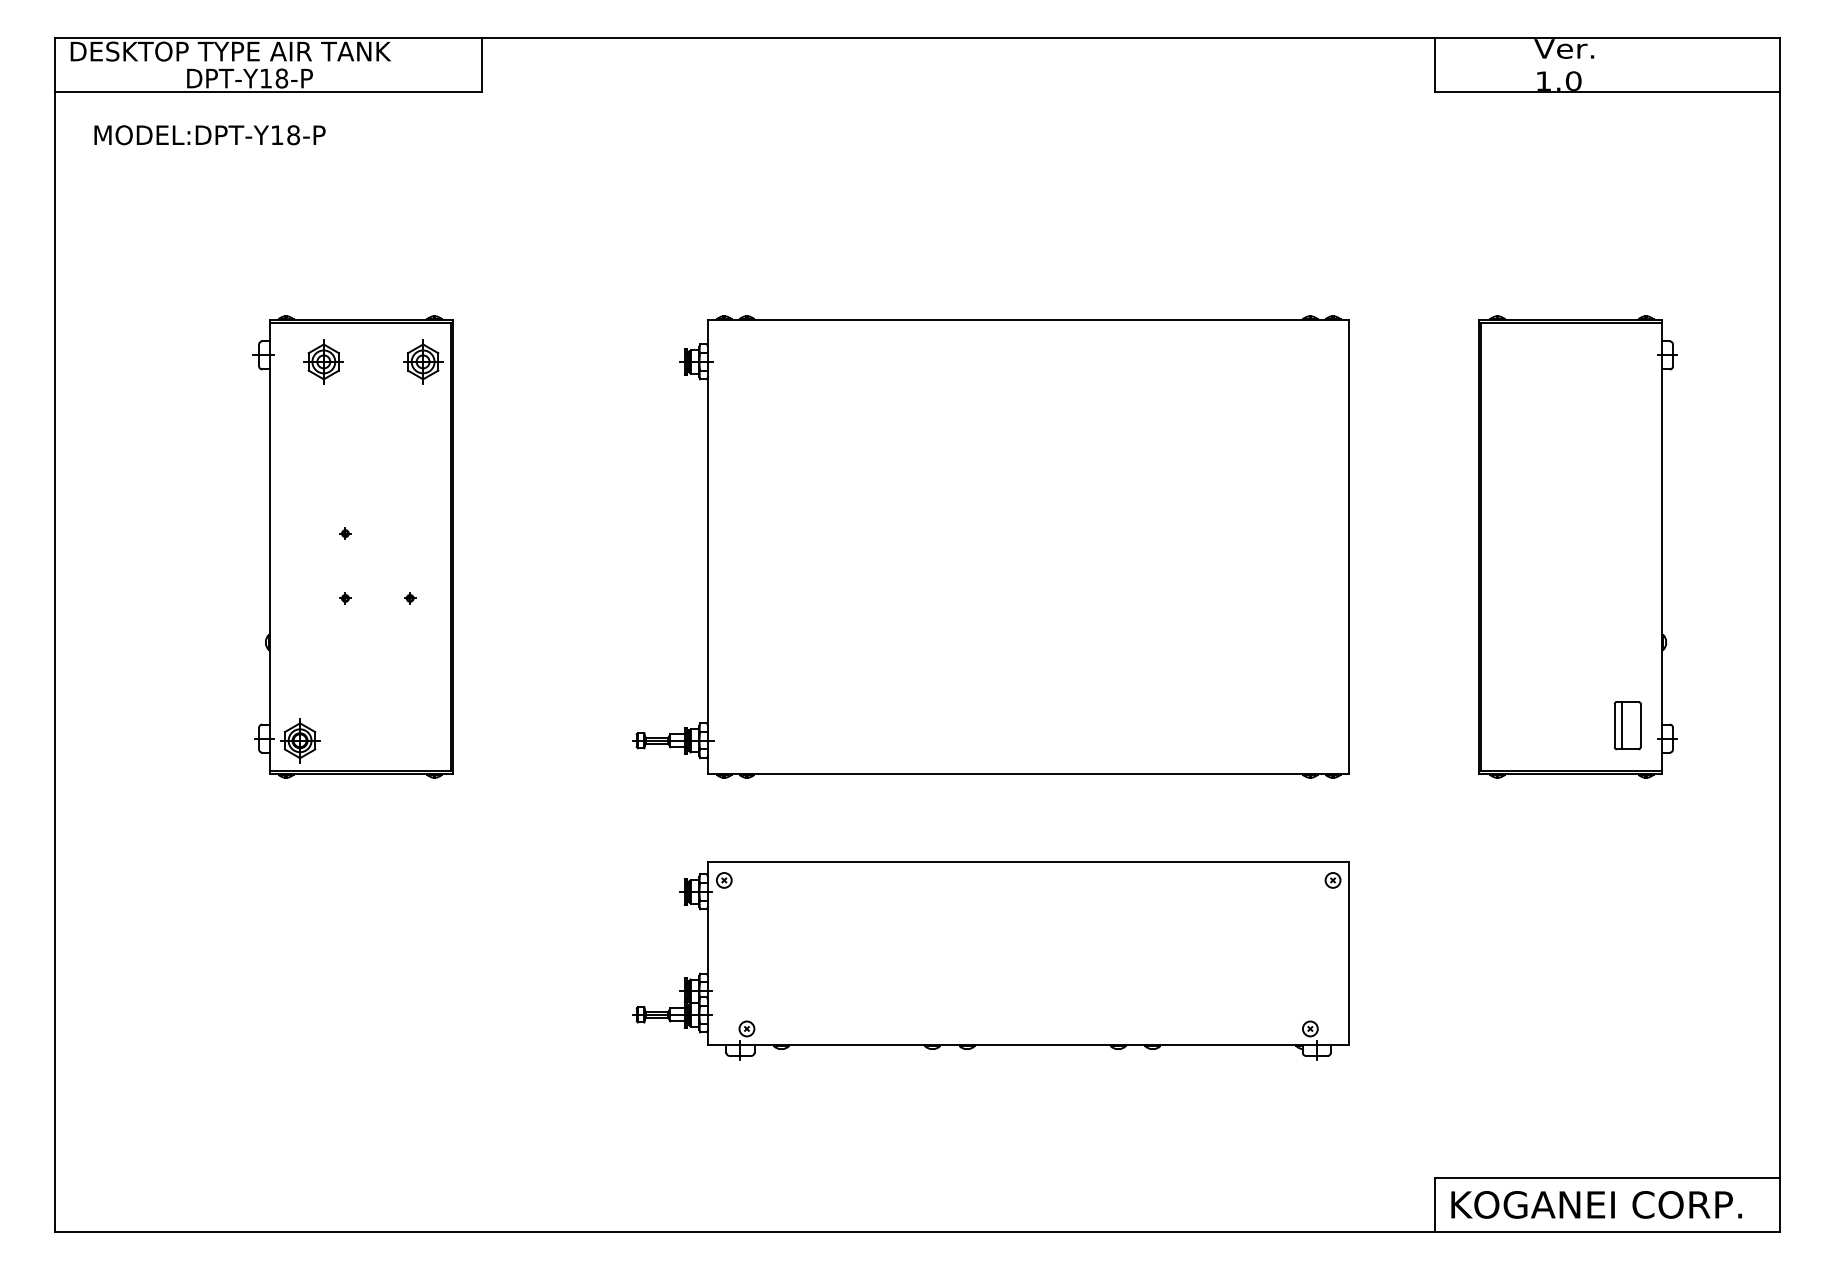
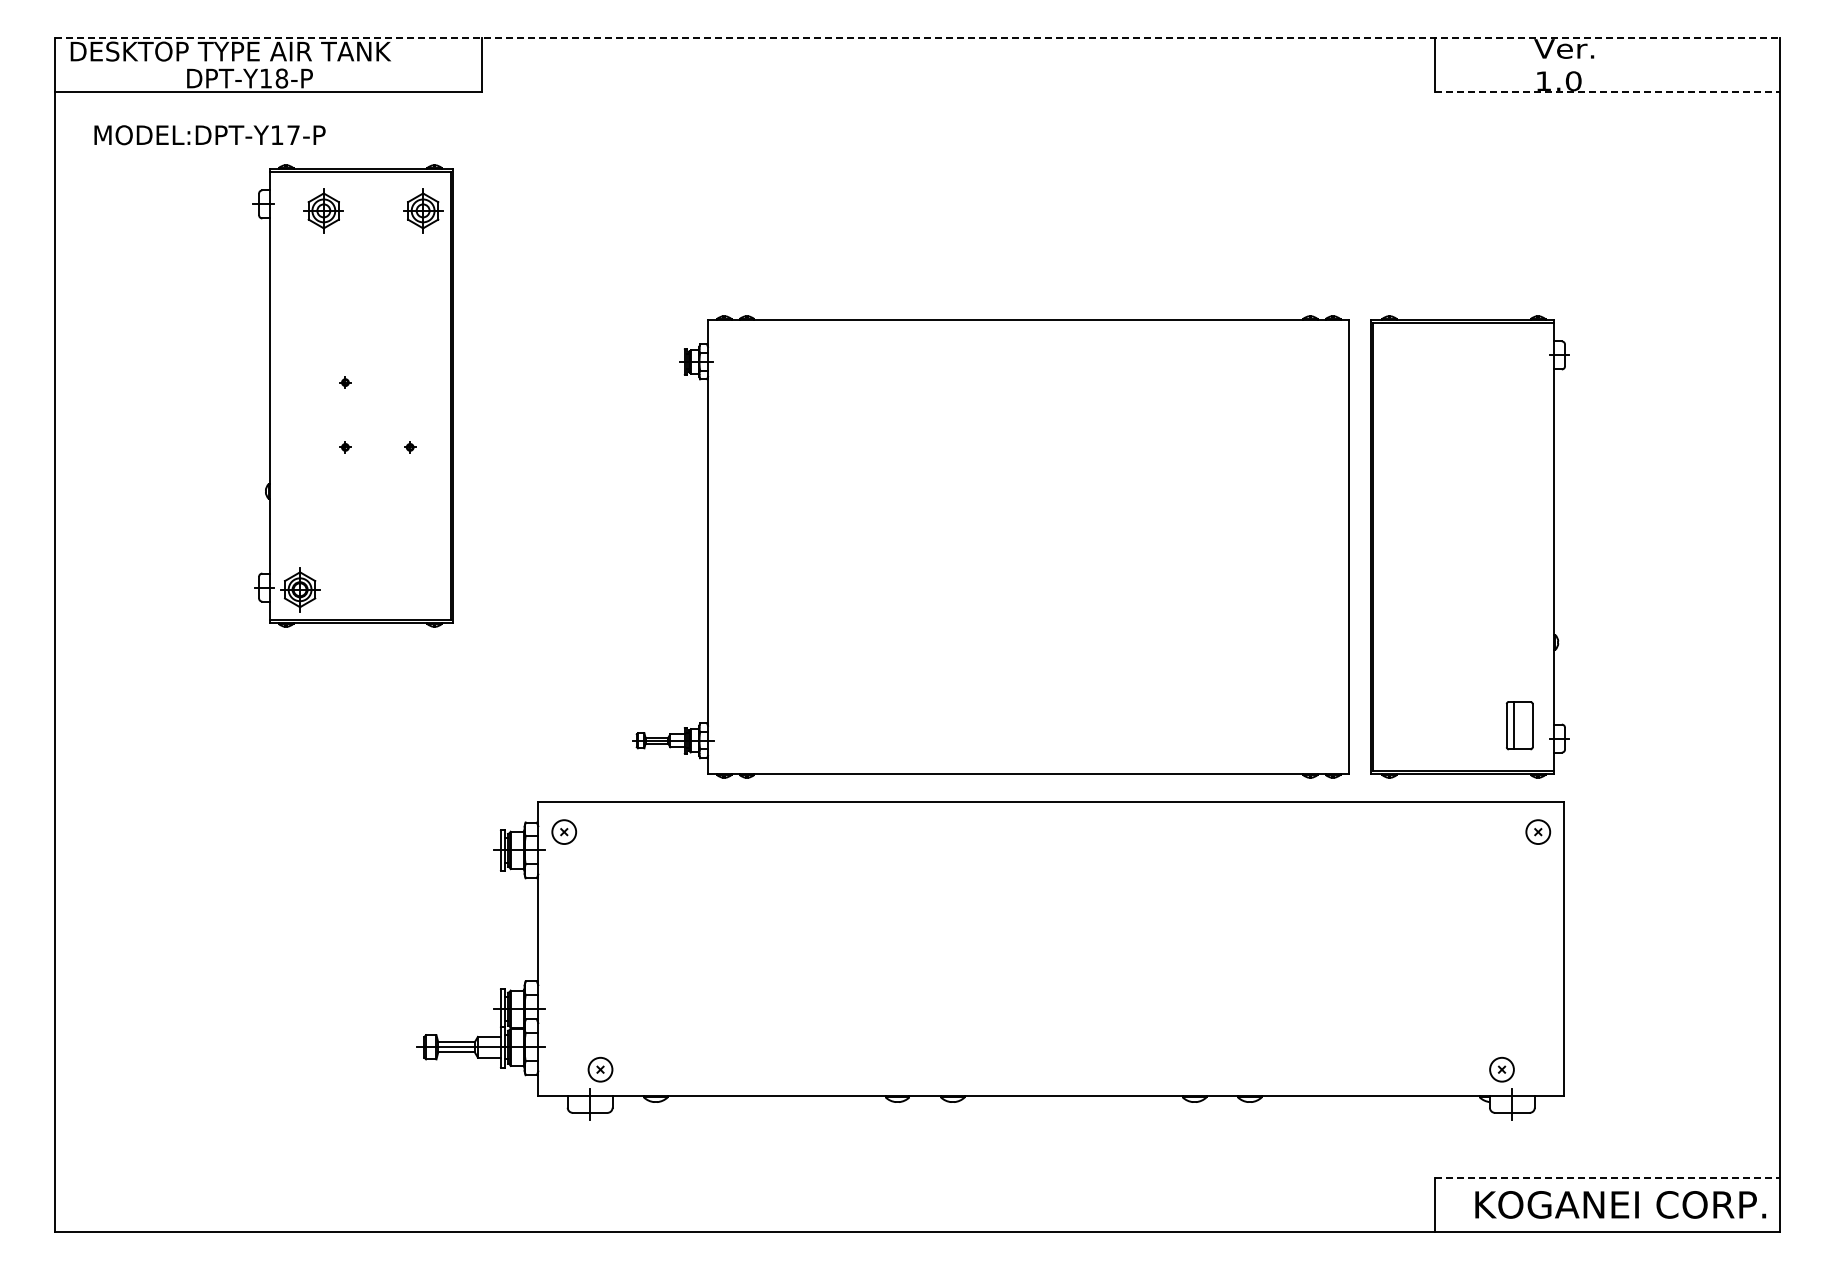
line at (917, 38): solid -> dashed
line at (1607, 92): solid -> dashed
text at (293, 135): MODEL:DPT-Y18-P -> MODEL:DPT-Y17-P
part at (352, 546) position: (352, 546) -> (352, 395)
part at (1577, 546) position: (1577, 546) -> (1469, 546)
part at (990, 960) size: 718x200 px -> 1149x320 px
line at (1607, 1177): solid -> dashed
text at (1596, 1204) position: (1596, 1204) -> (1620, 1204)
